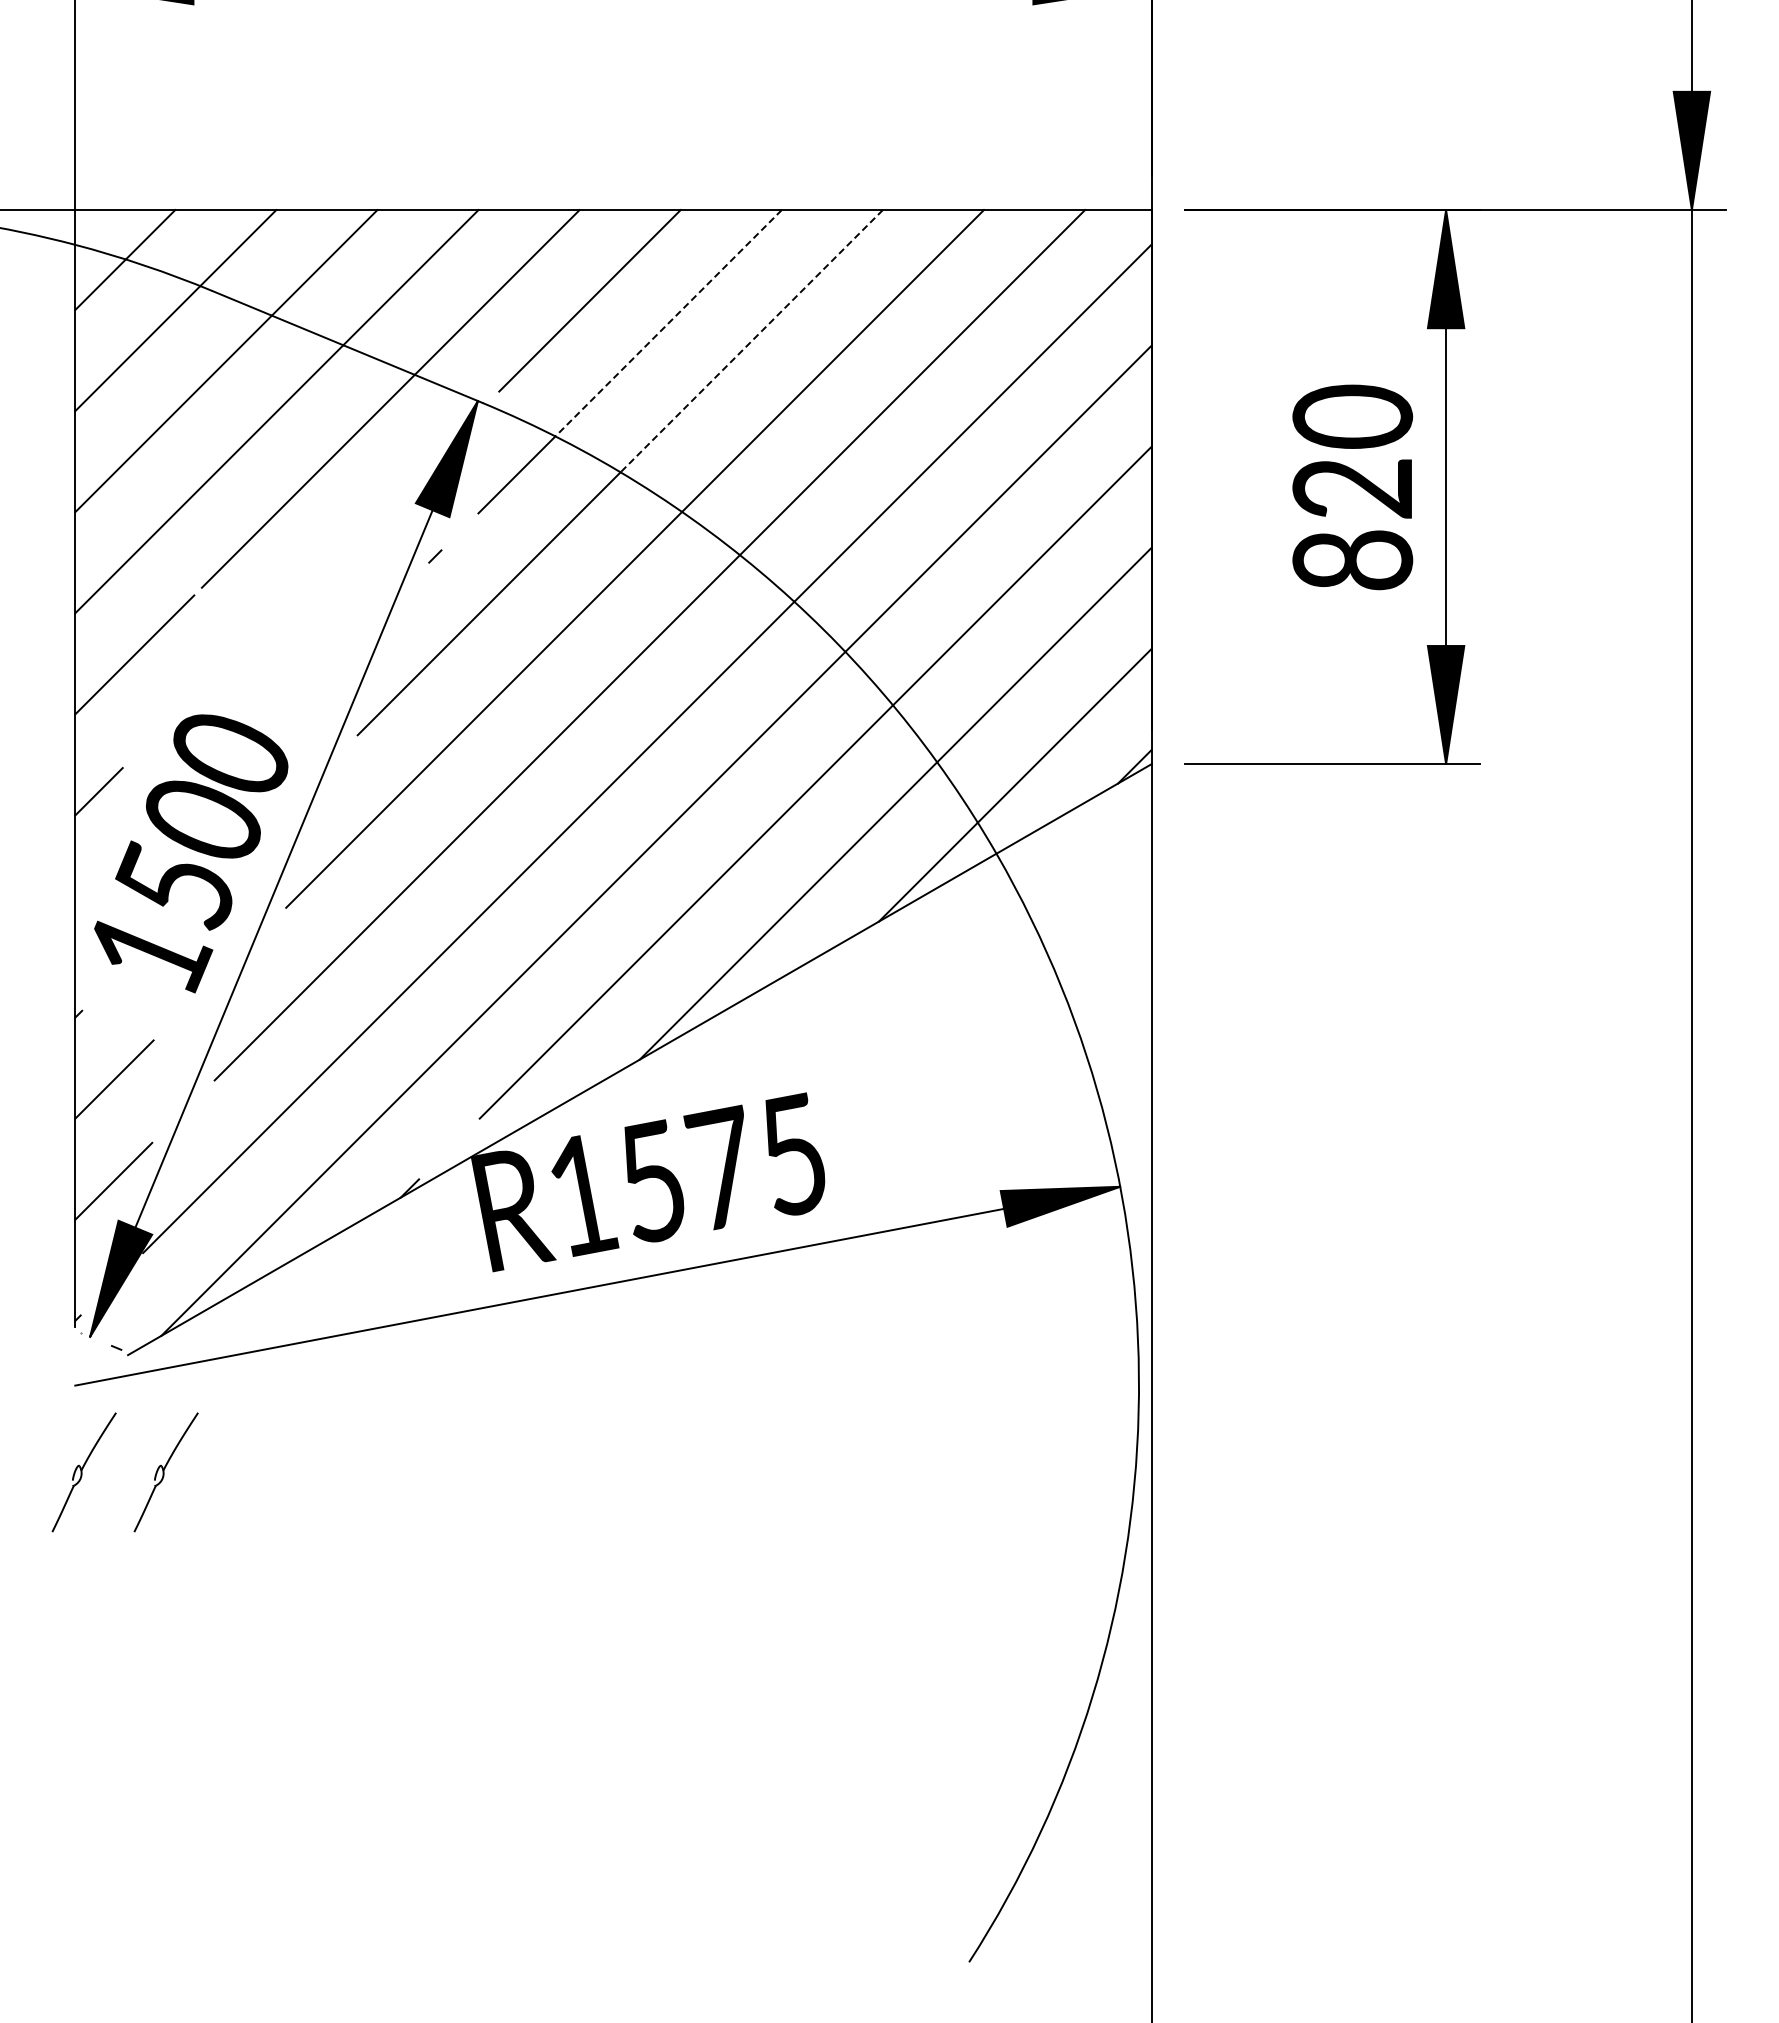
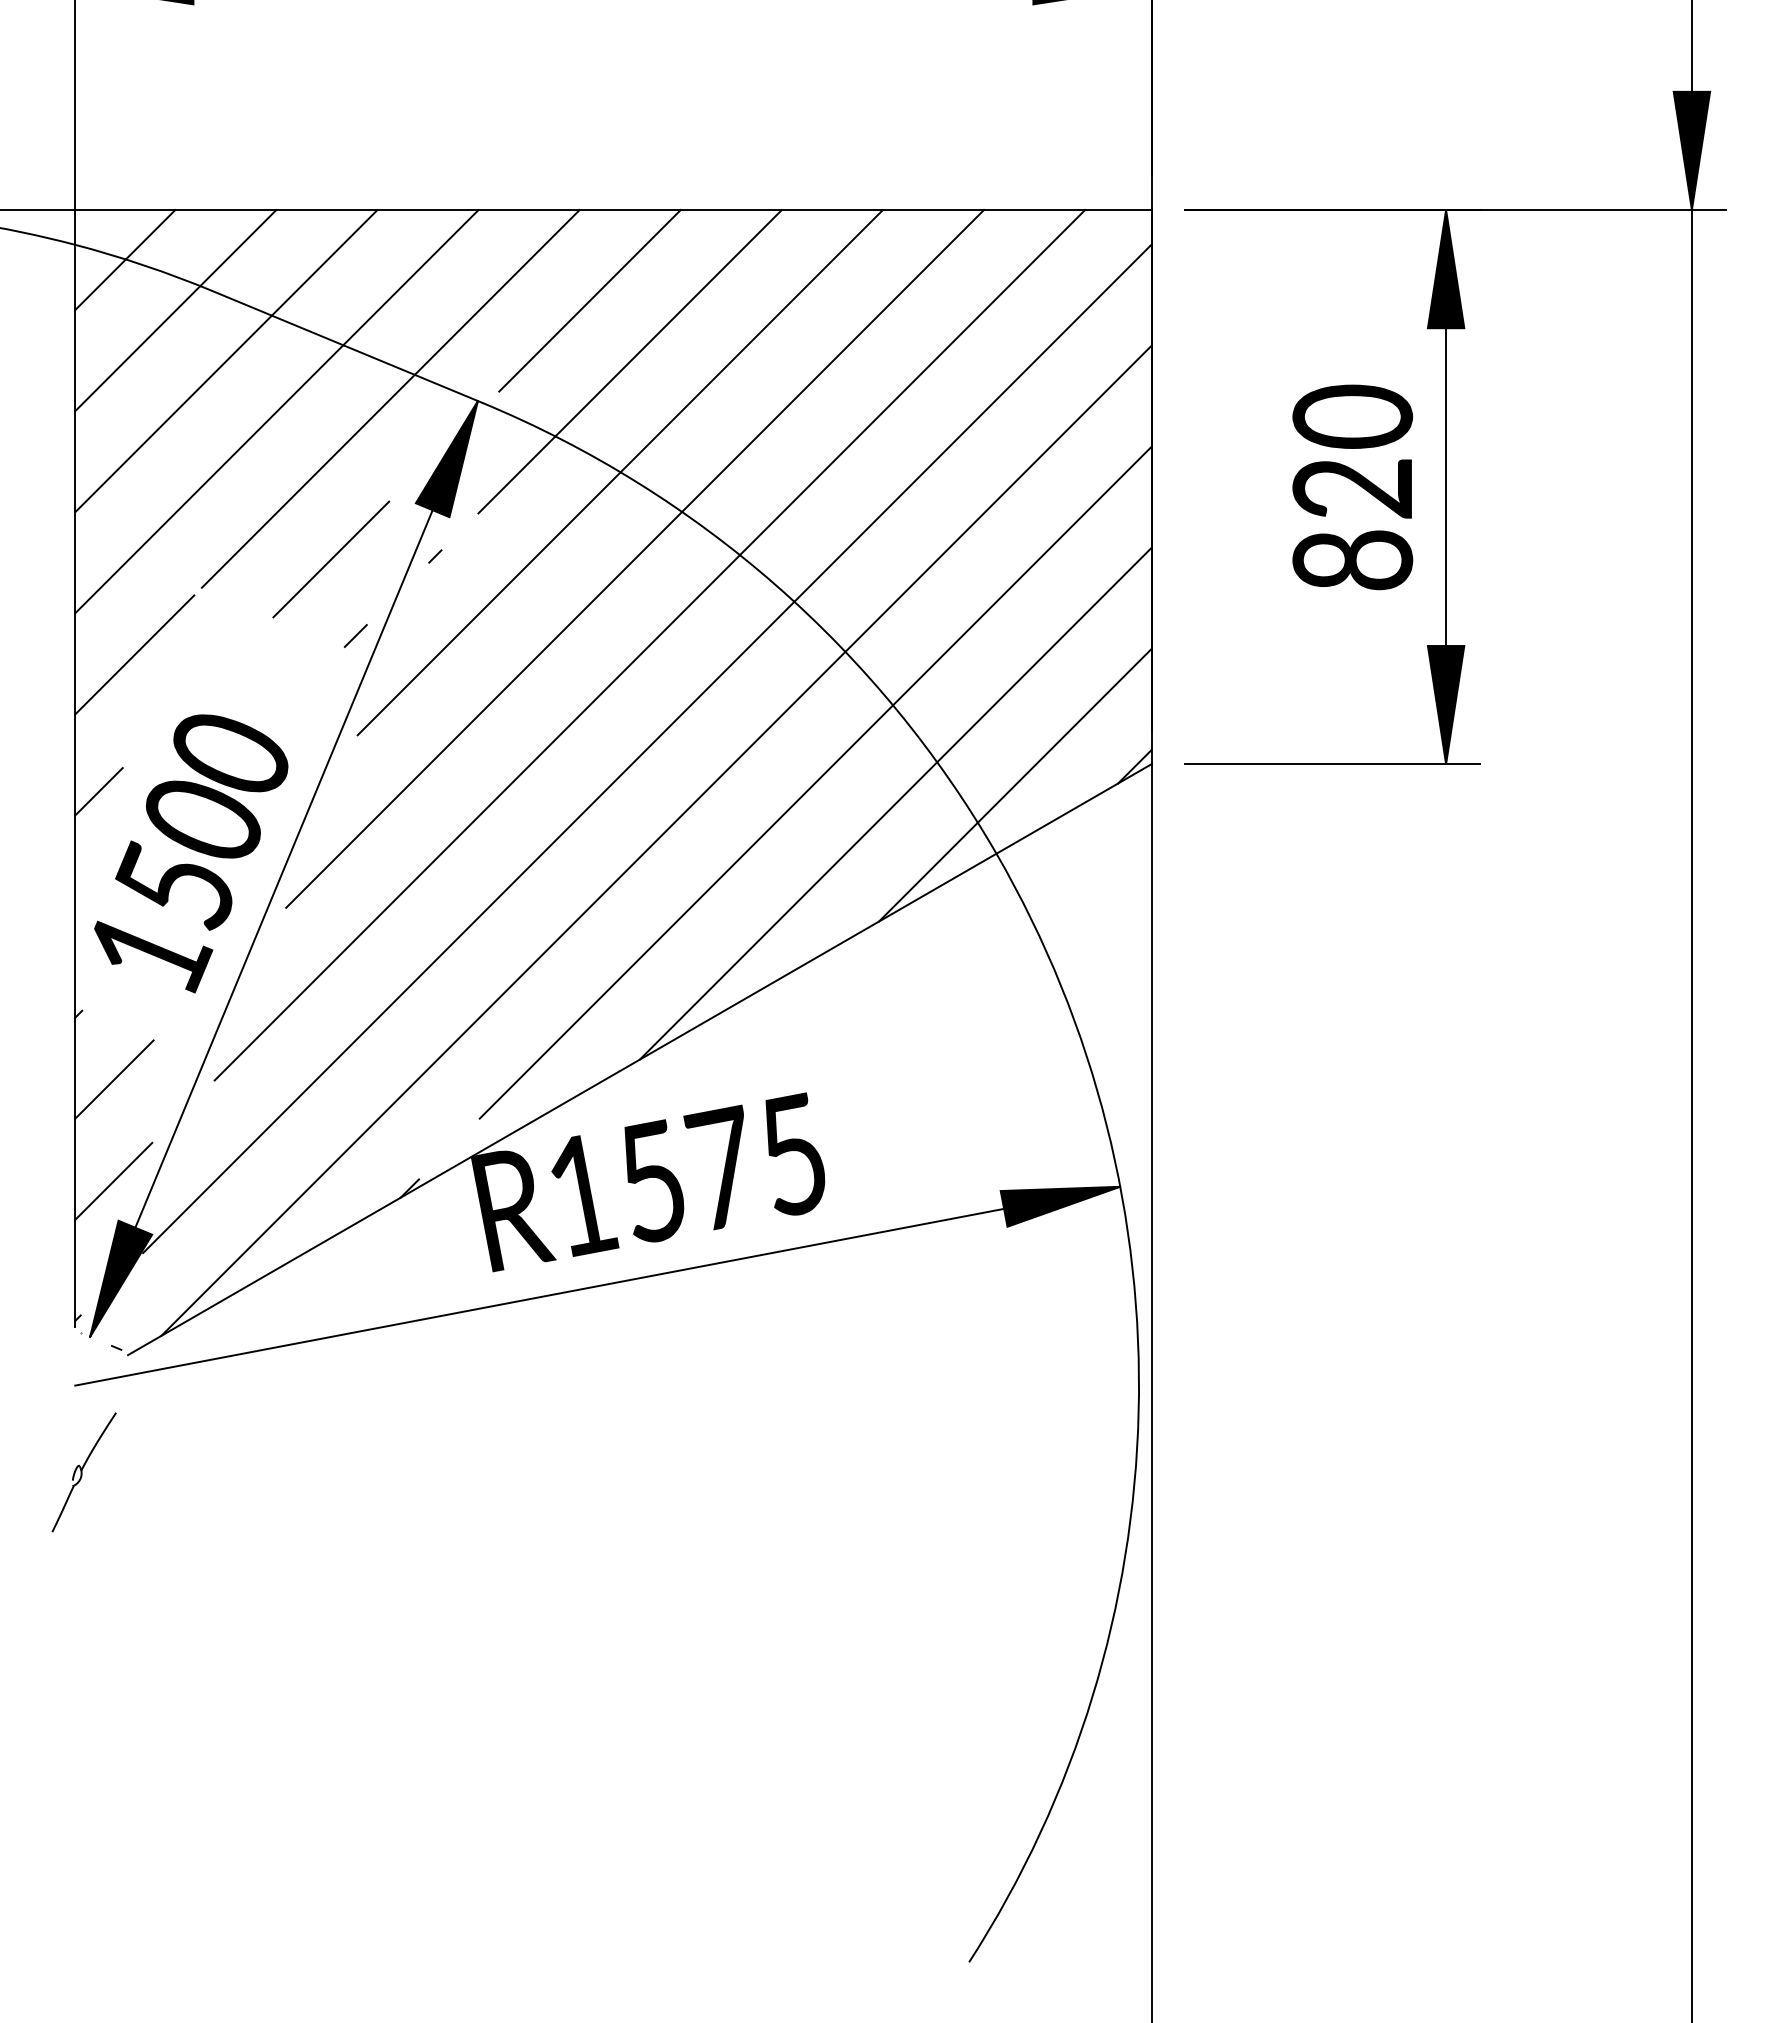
line at (668, 323): dashed -> solid
line at (751, 341): dashed -> solid
line at (331, 559): none -> present
line at (355, 635): none -> present
part at (165, 1472): present -> none
